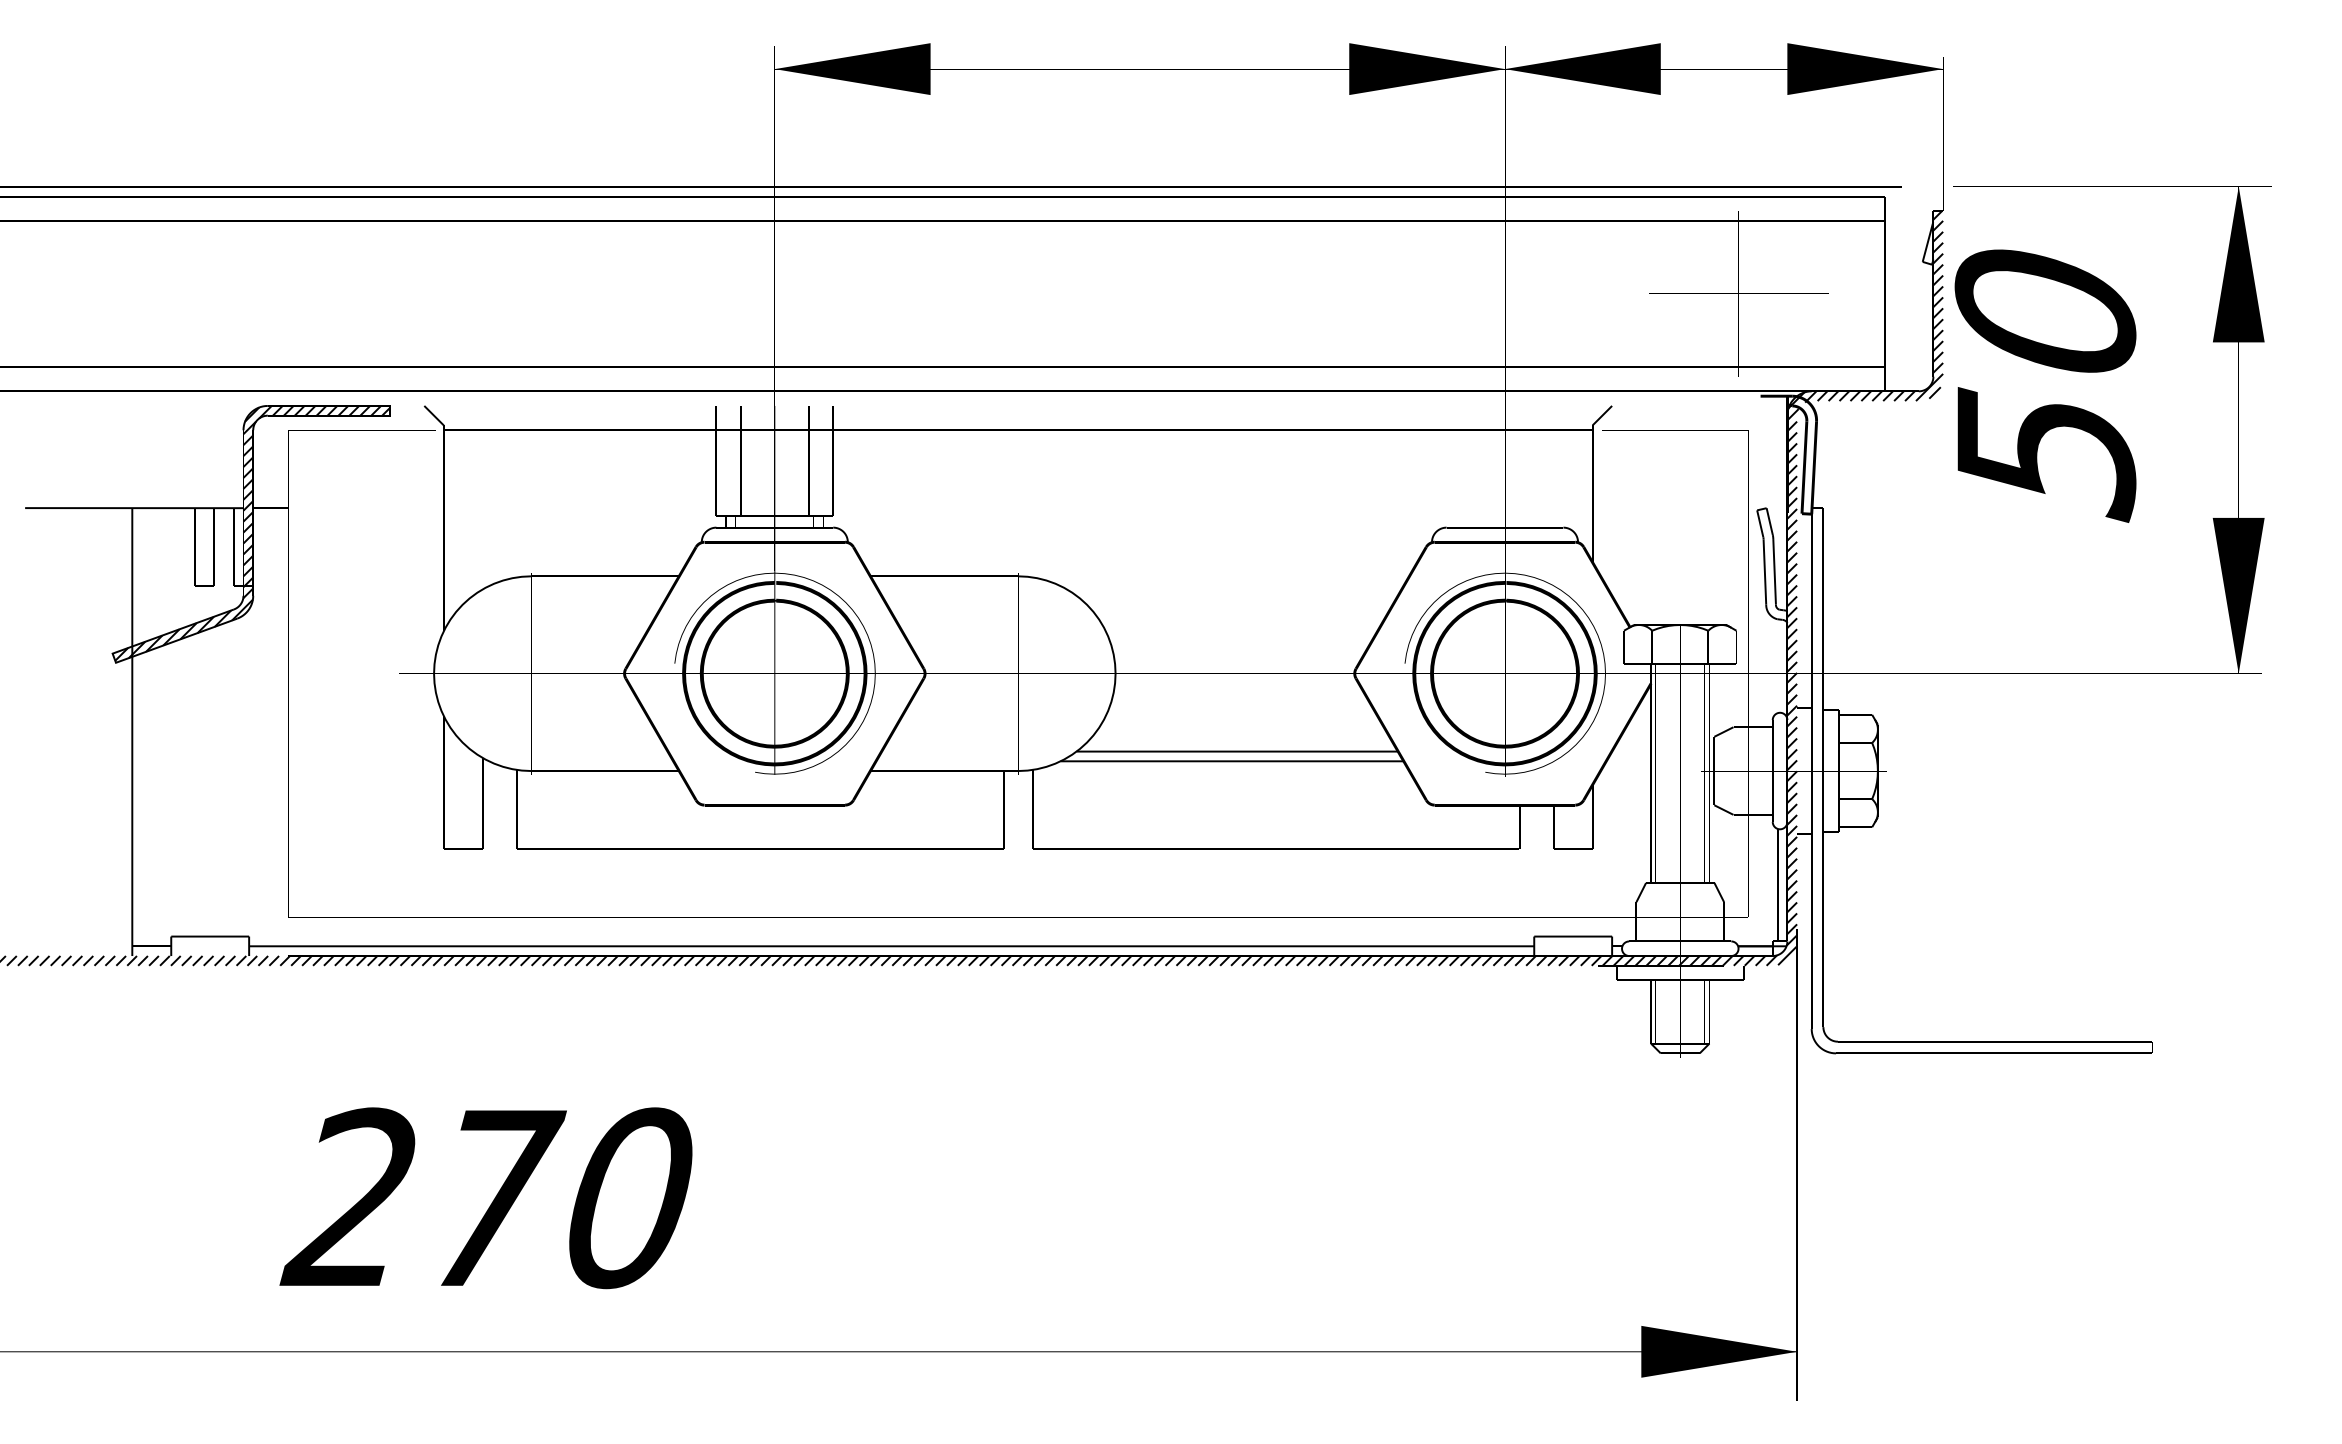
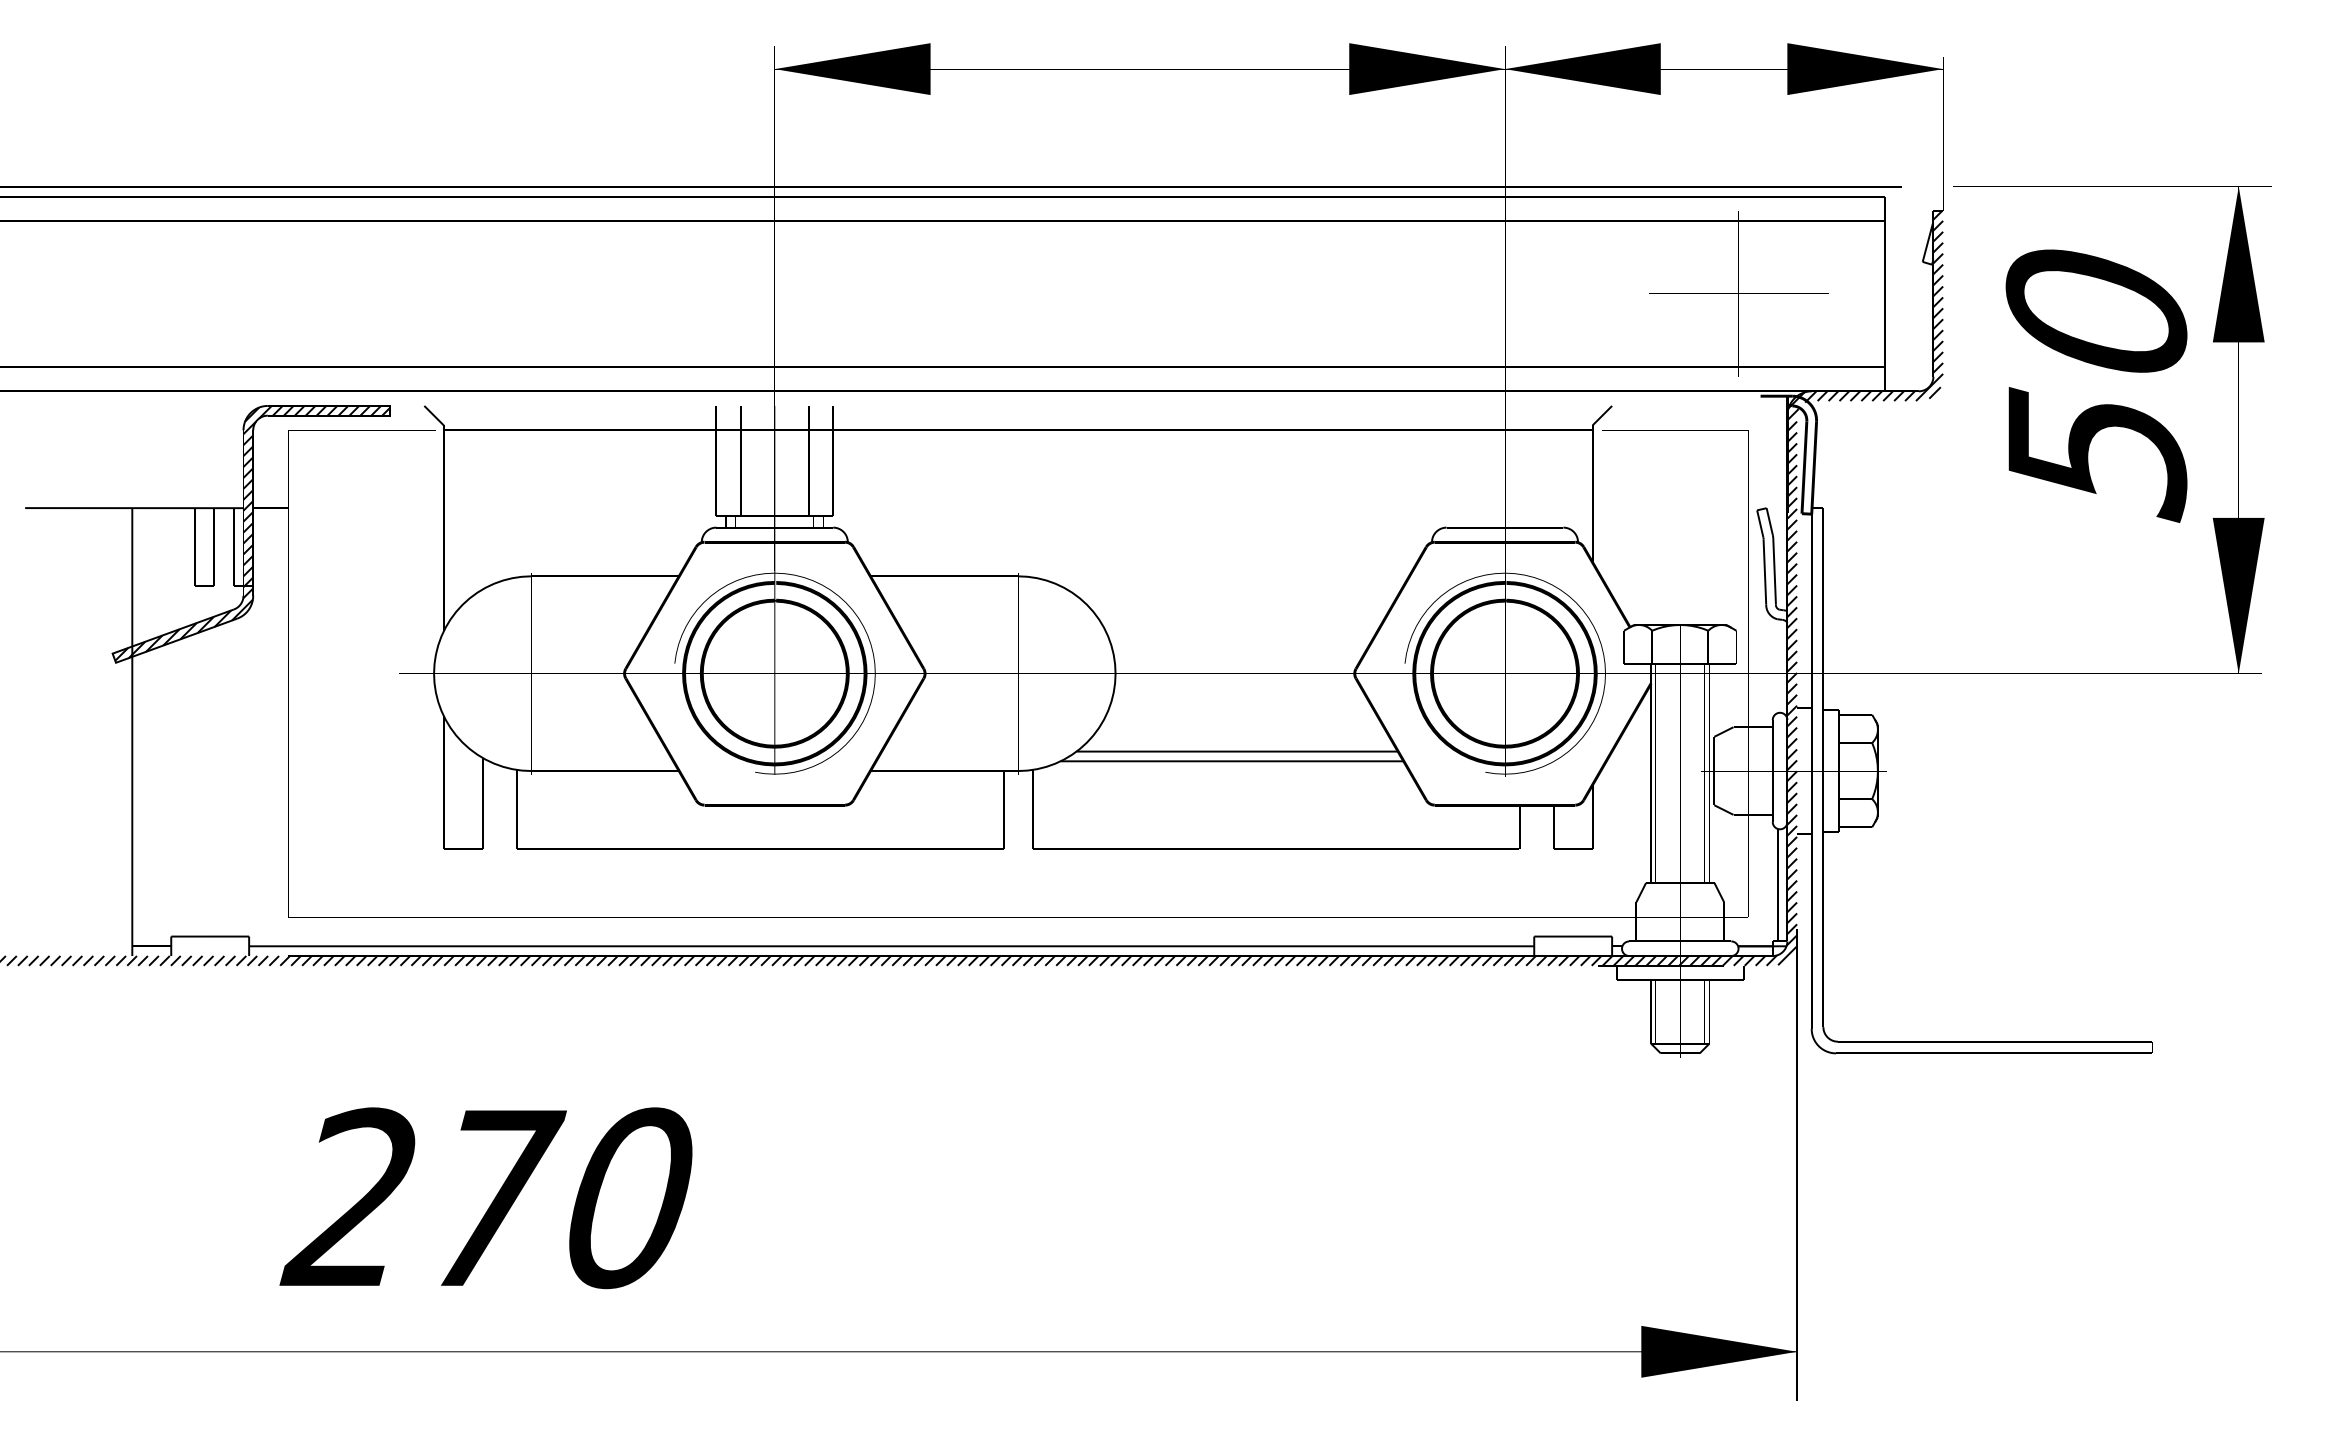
text at (2045, 385) position: (2045, 385) -> (2096, 385)
